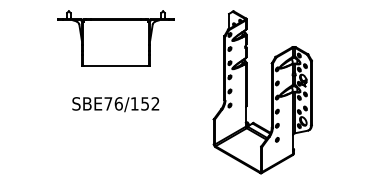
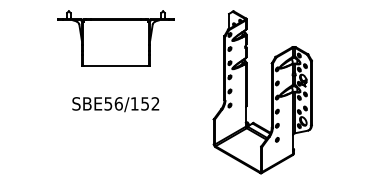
text at (108, 103): SBE76/152 -> SBE56/152
